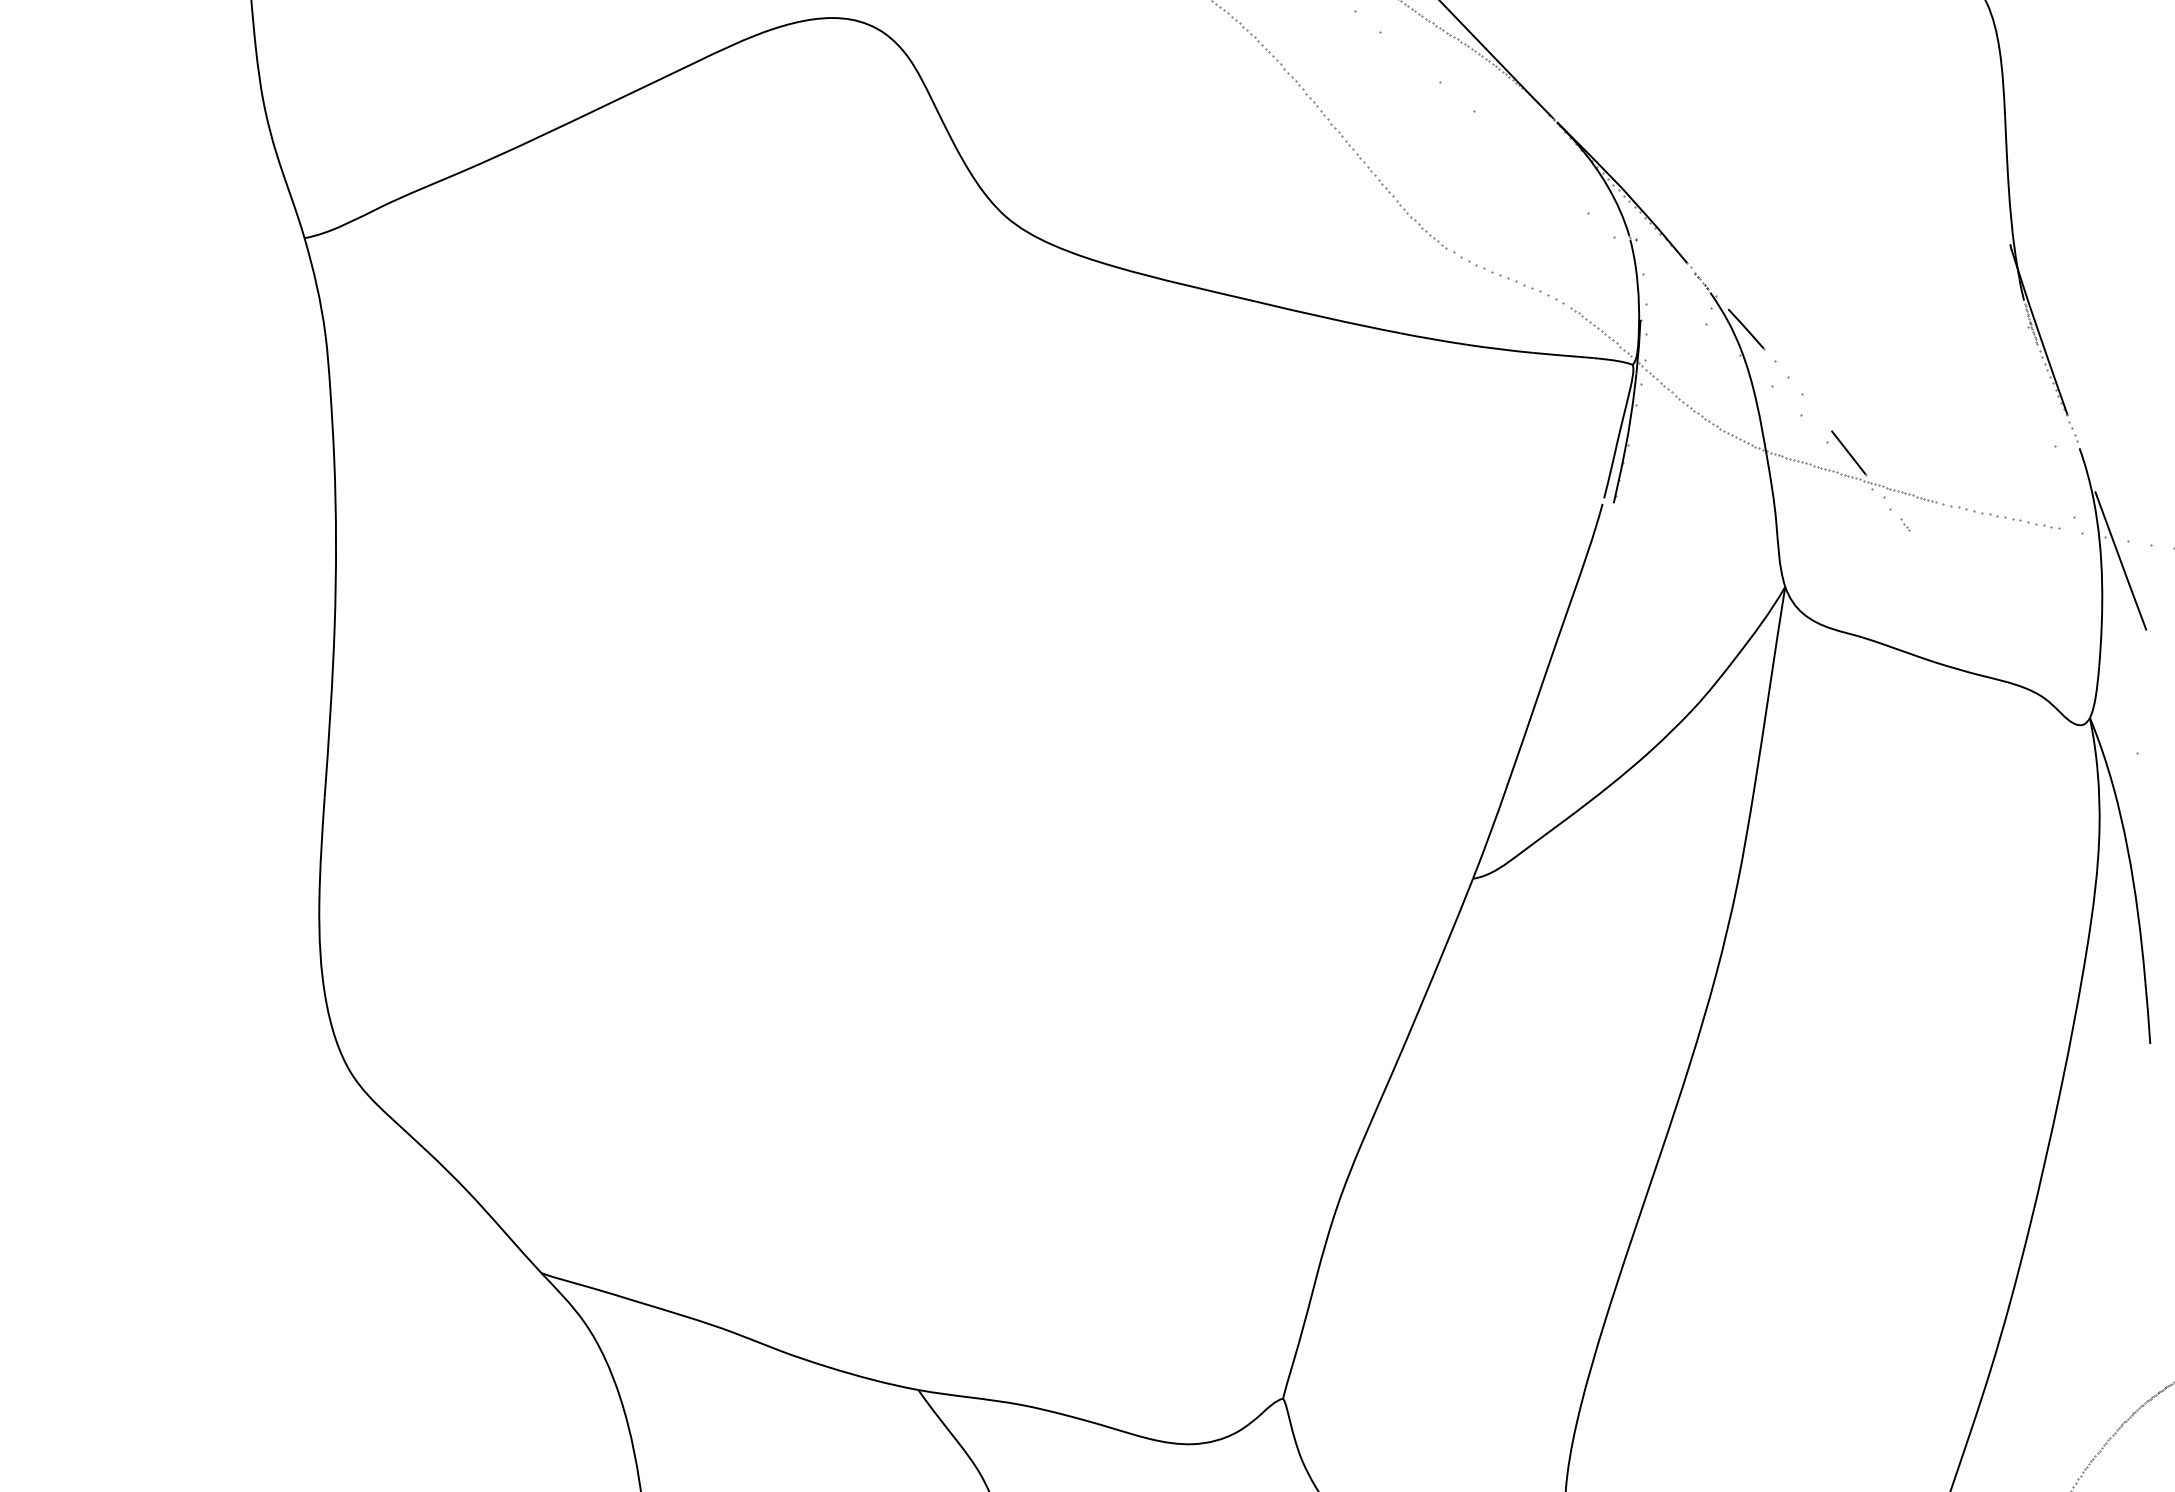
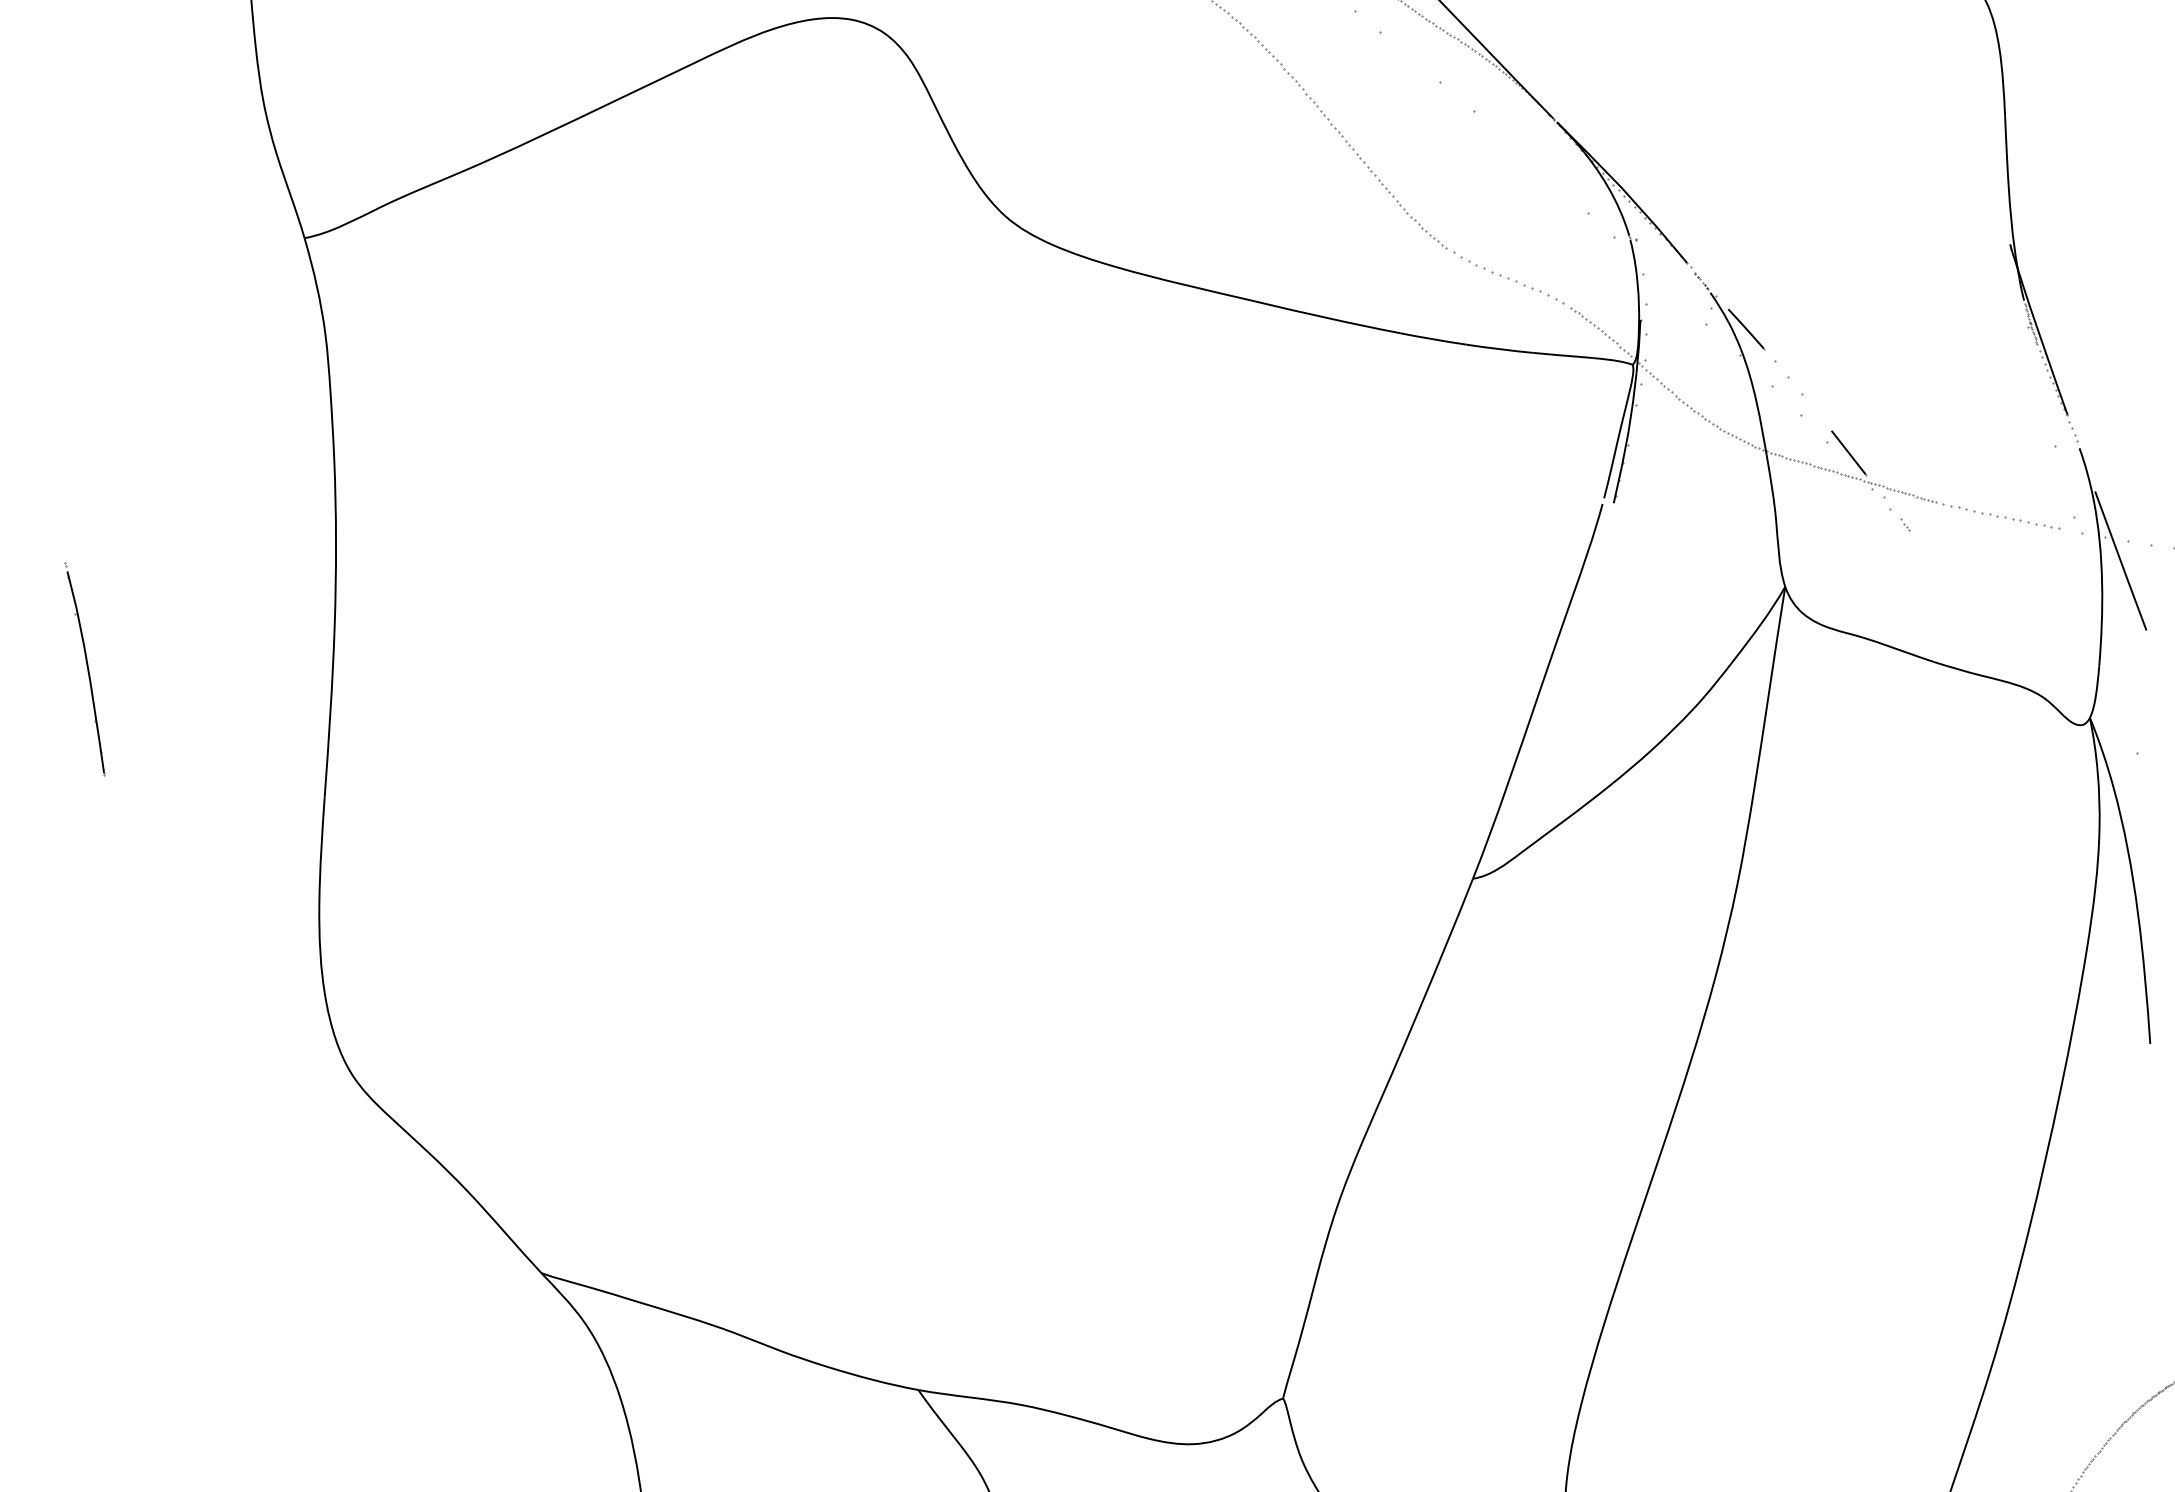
part at (84, 669): none -> present
